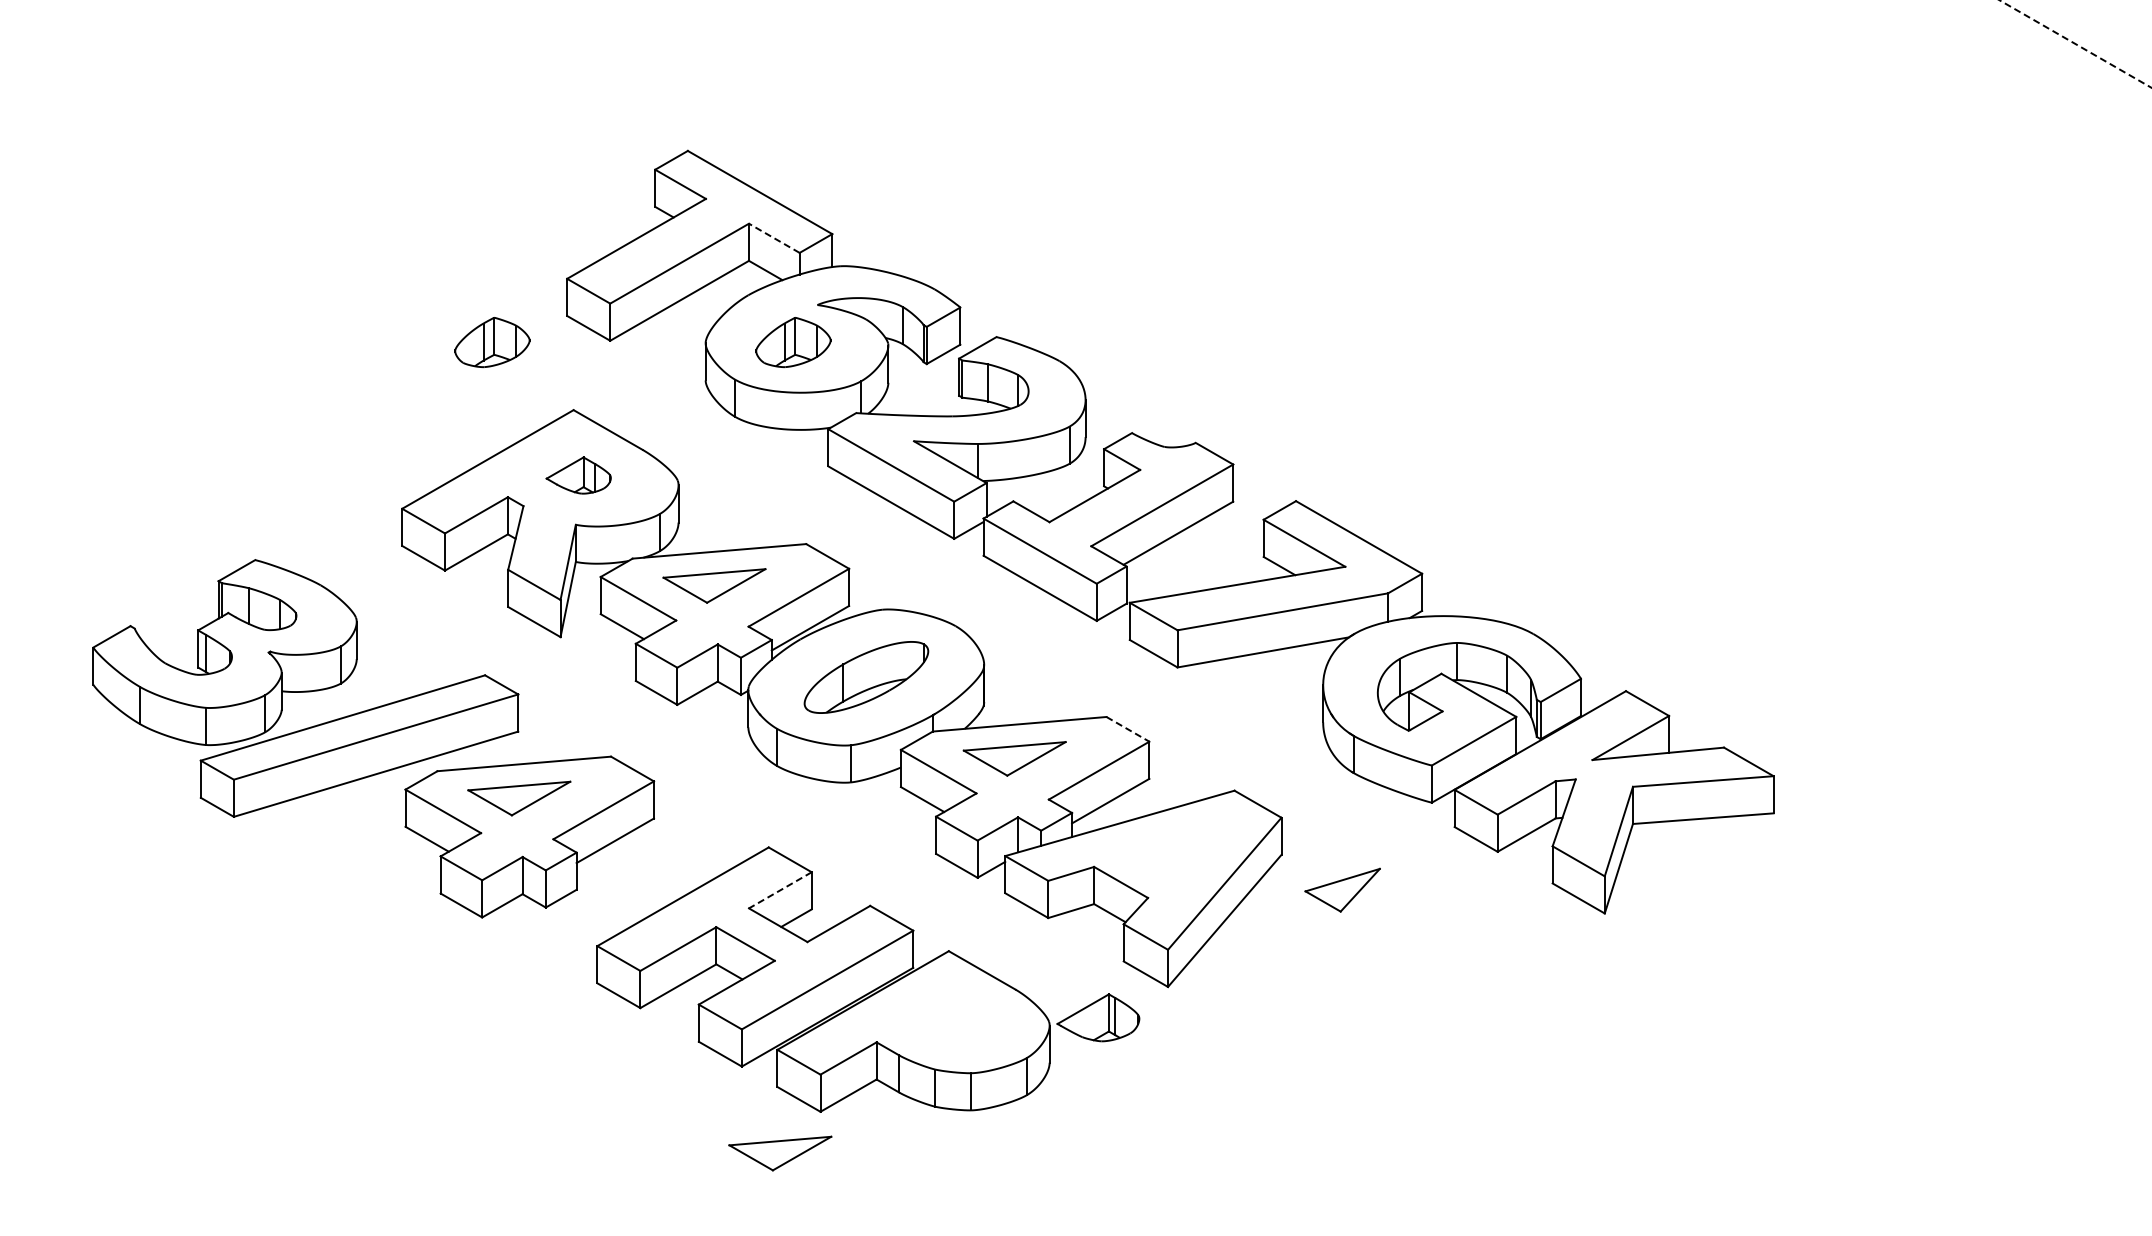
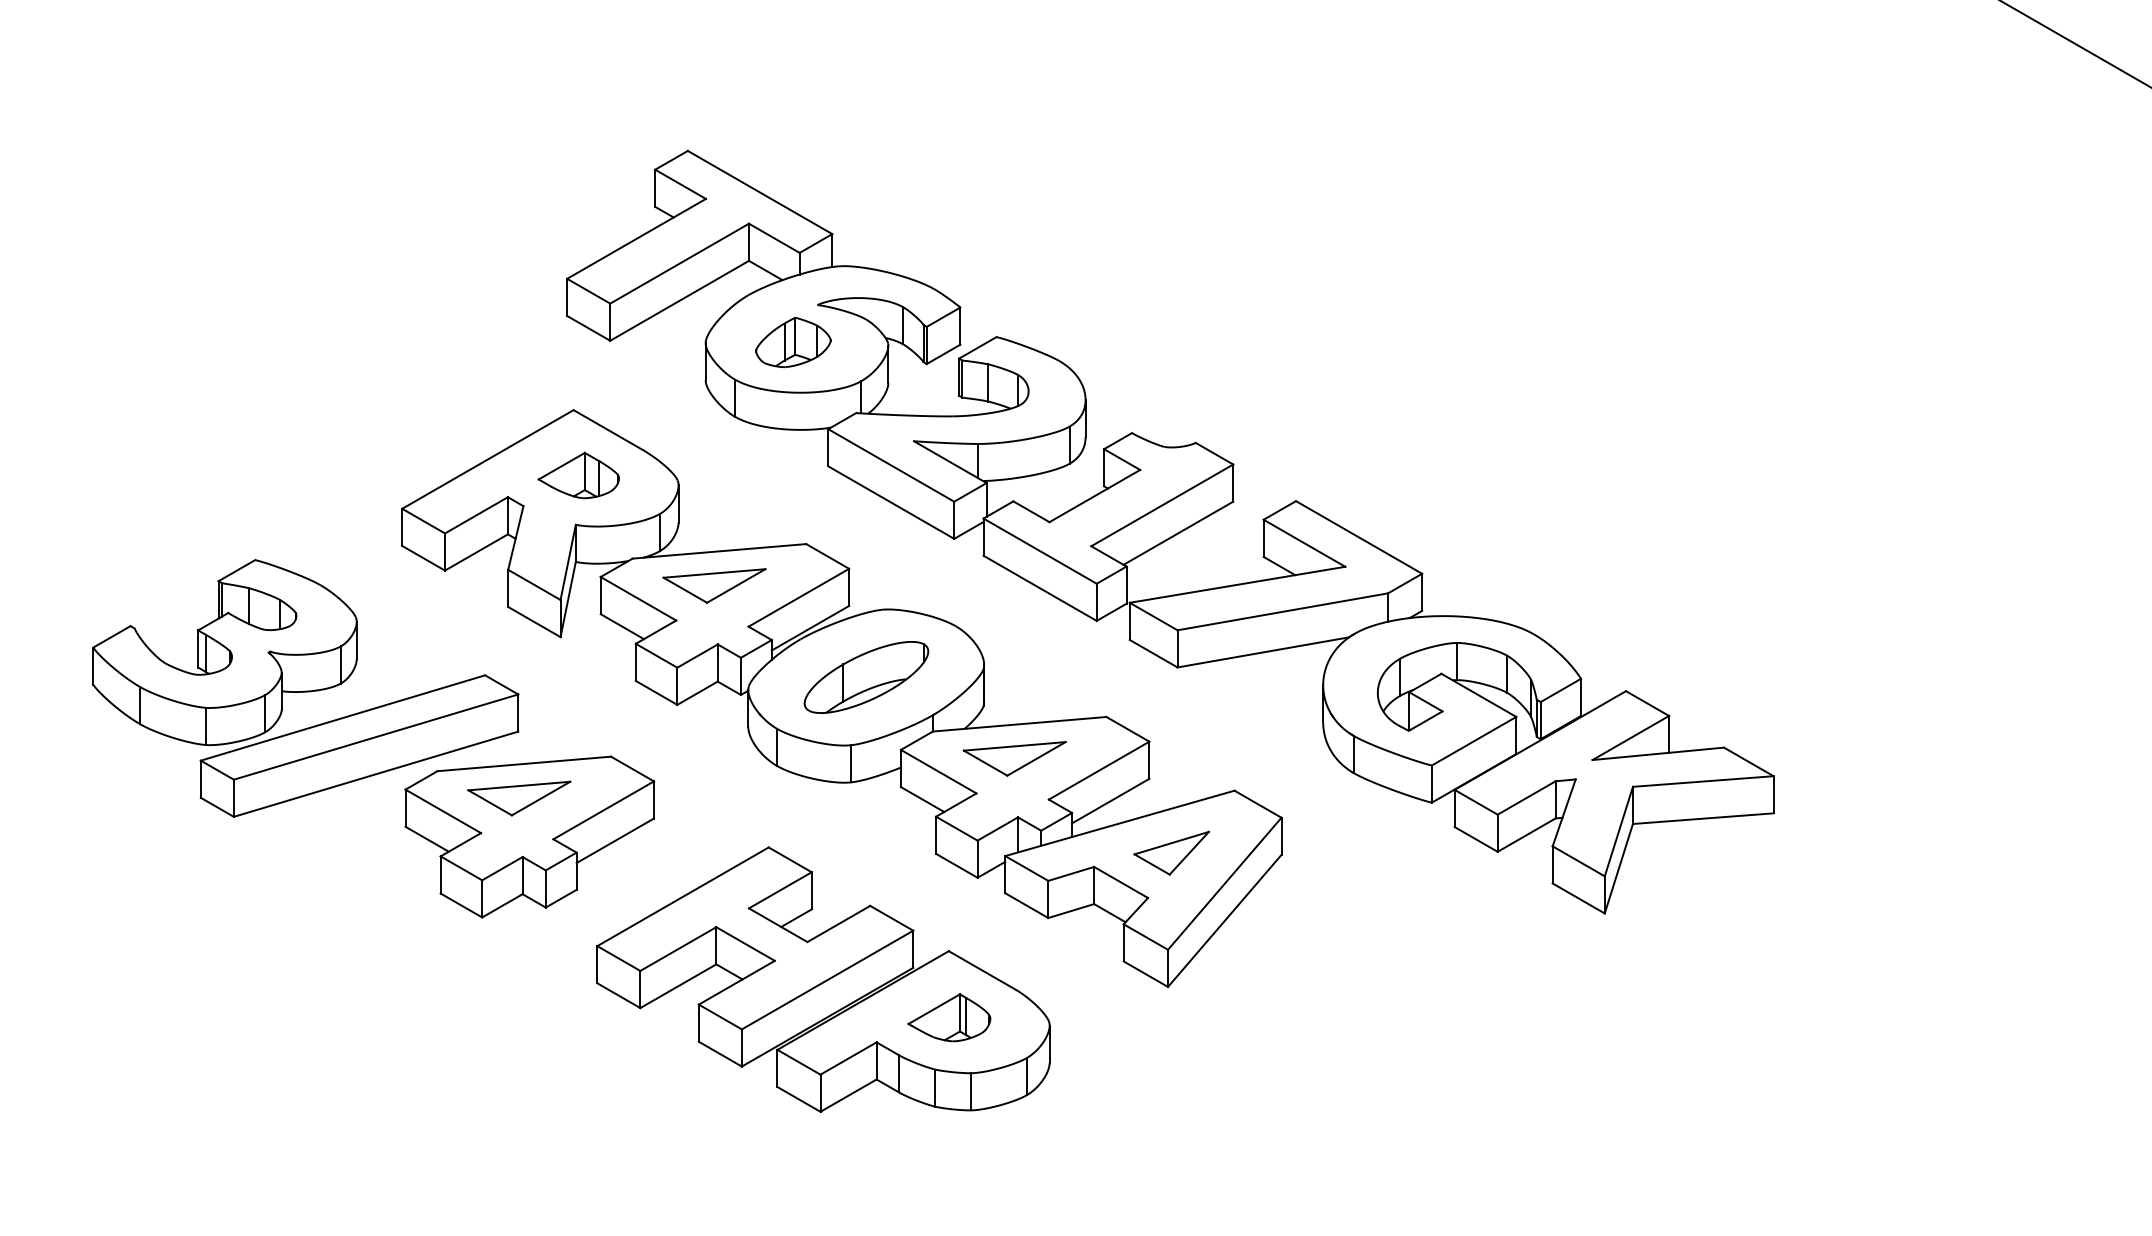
line at (2075, 44): dashed -> solid
line at (773, 238): dashed -> solid
part at (492, 342): present -> none
part at (578, 475) size: 67x39 px -> 83x49 px
line at (1127, 729): dashed -> solid
part at (1342, 889) position: (1342, 889) -> (1171, 852)
line at (779, 890): dashed -> solid
part at (1098, 1017) position: (1098, 1017) -> (949, 1017)
part at (780, 1153): present -> none
